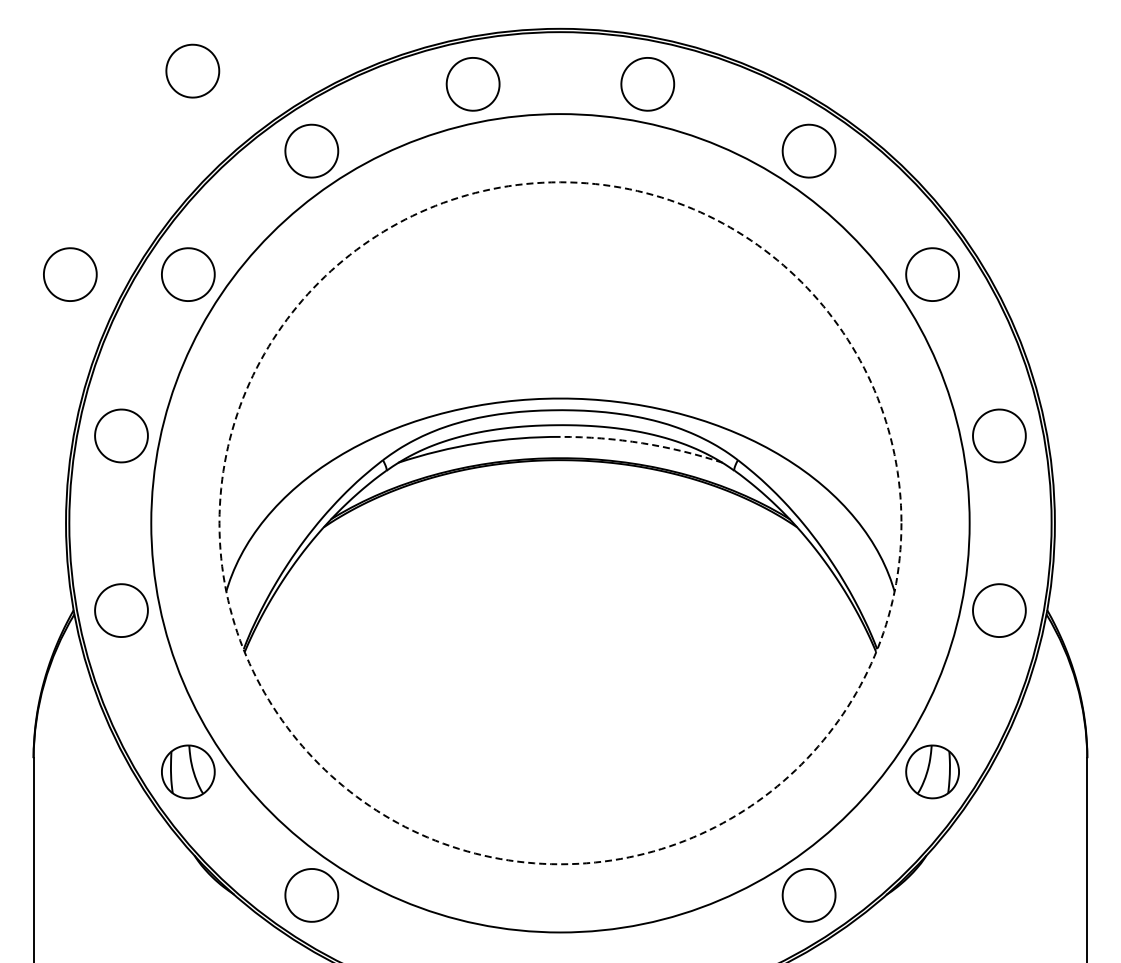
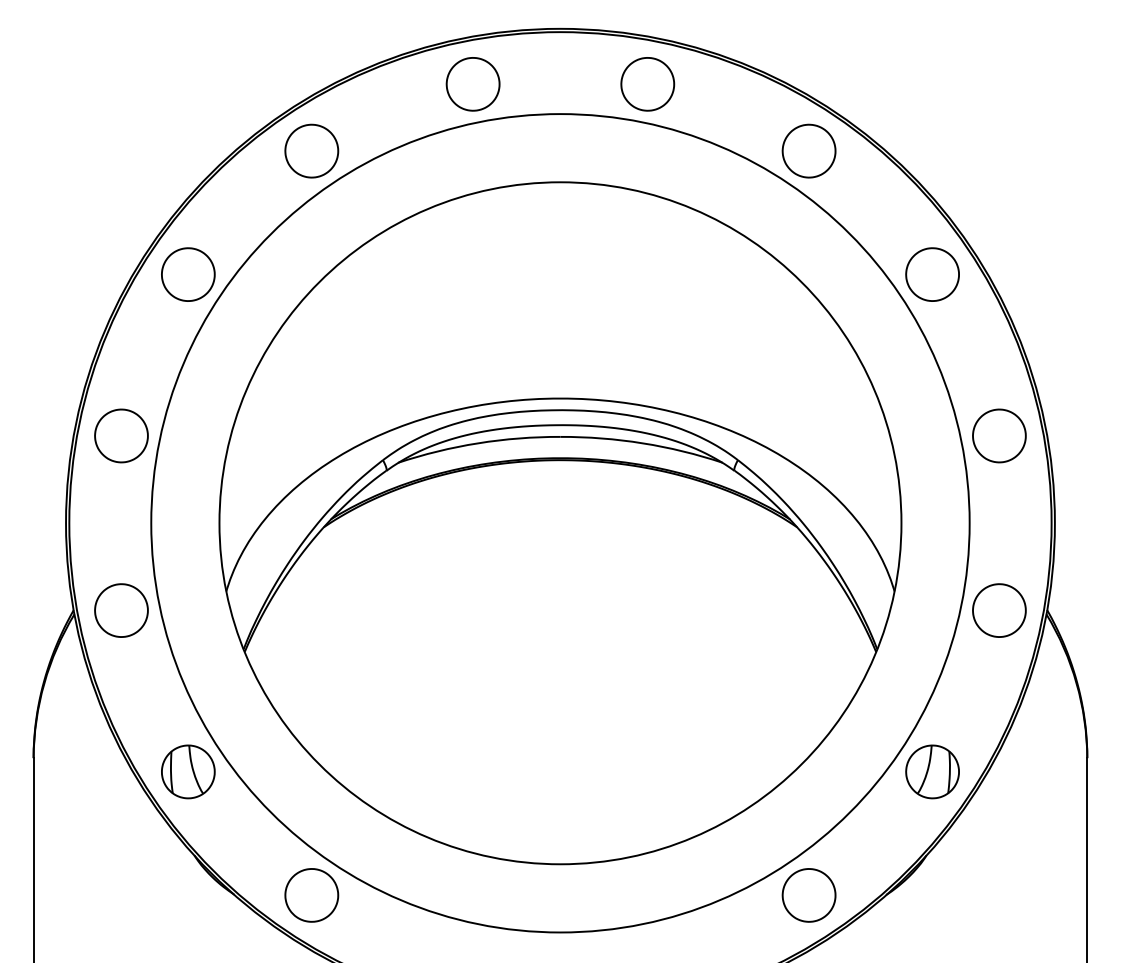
part at (192, 70): present -> none
part at (70, 274): present -> none
arc at (642, 443): dashed -> solid
circle at (560, 523): dashed -> solid
